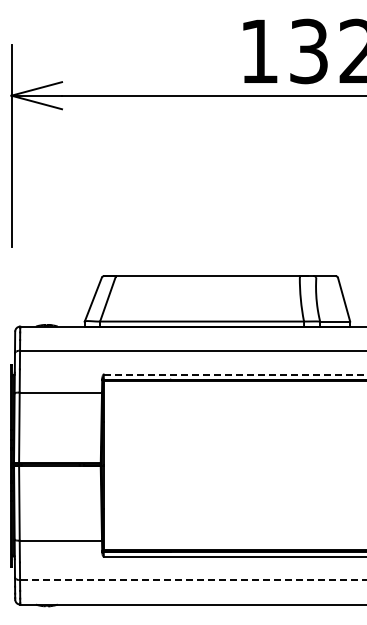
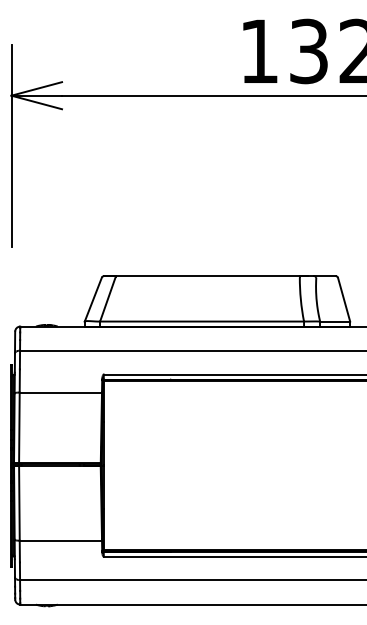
line at (235, 374): dashed -> solid
line at (193, 580): dashed -> solid
